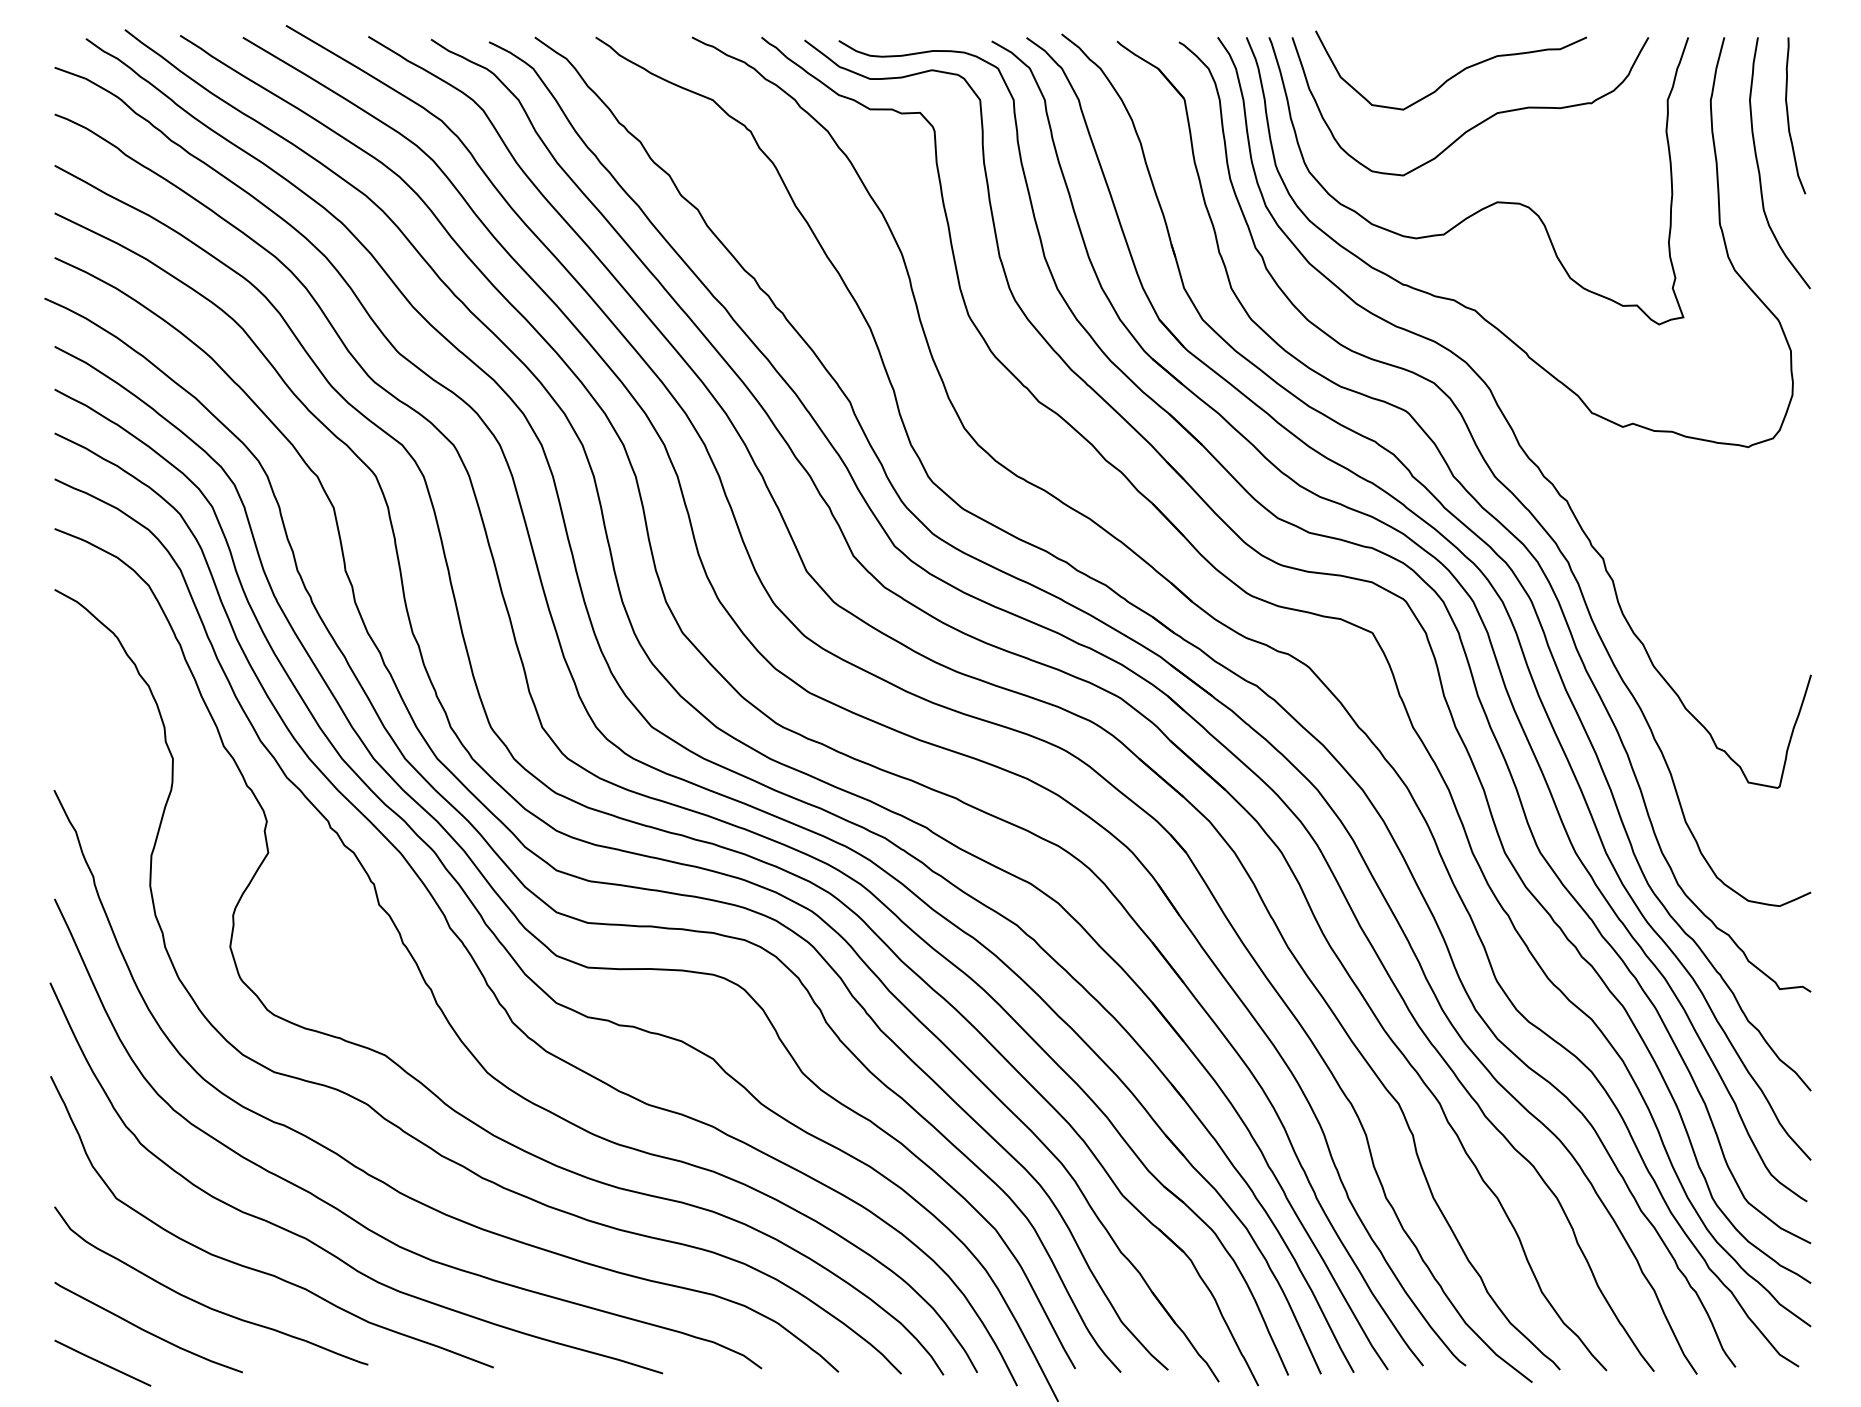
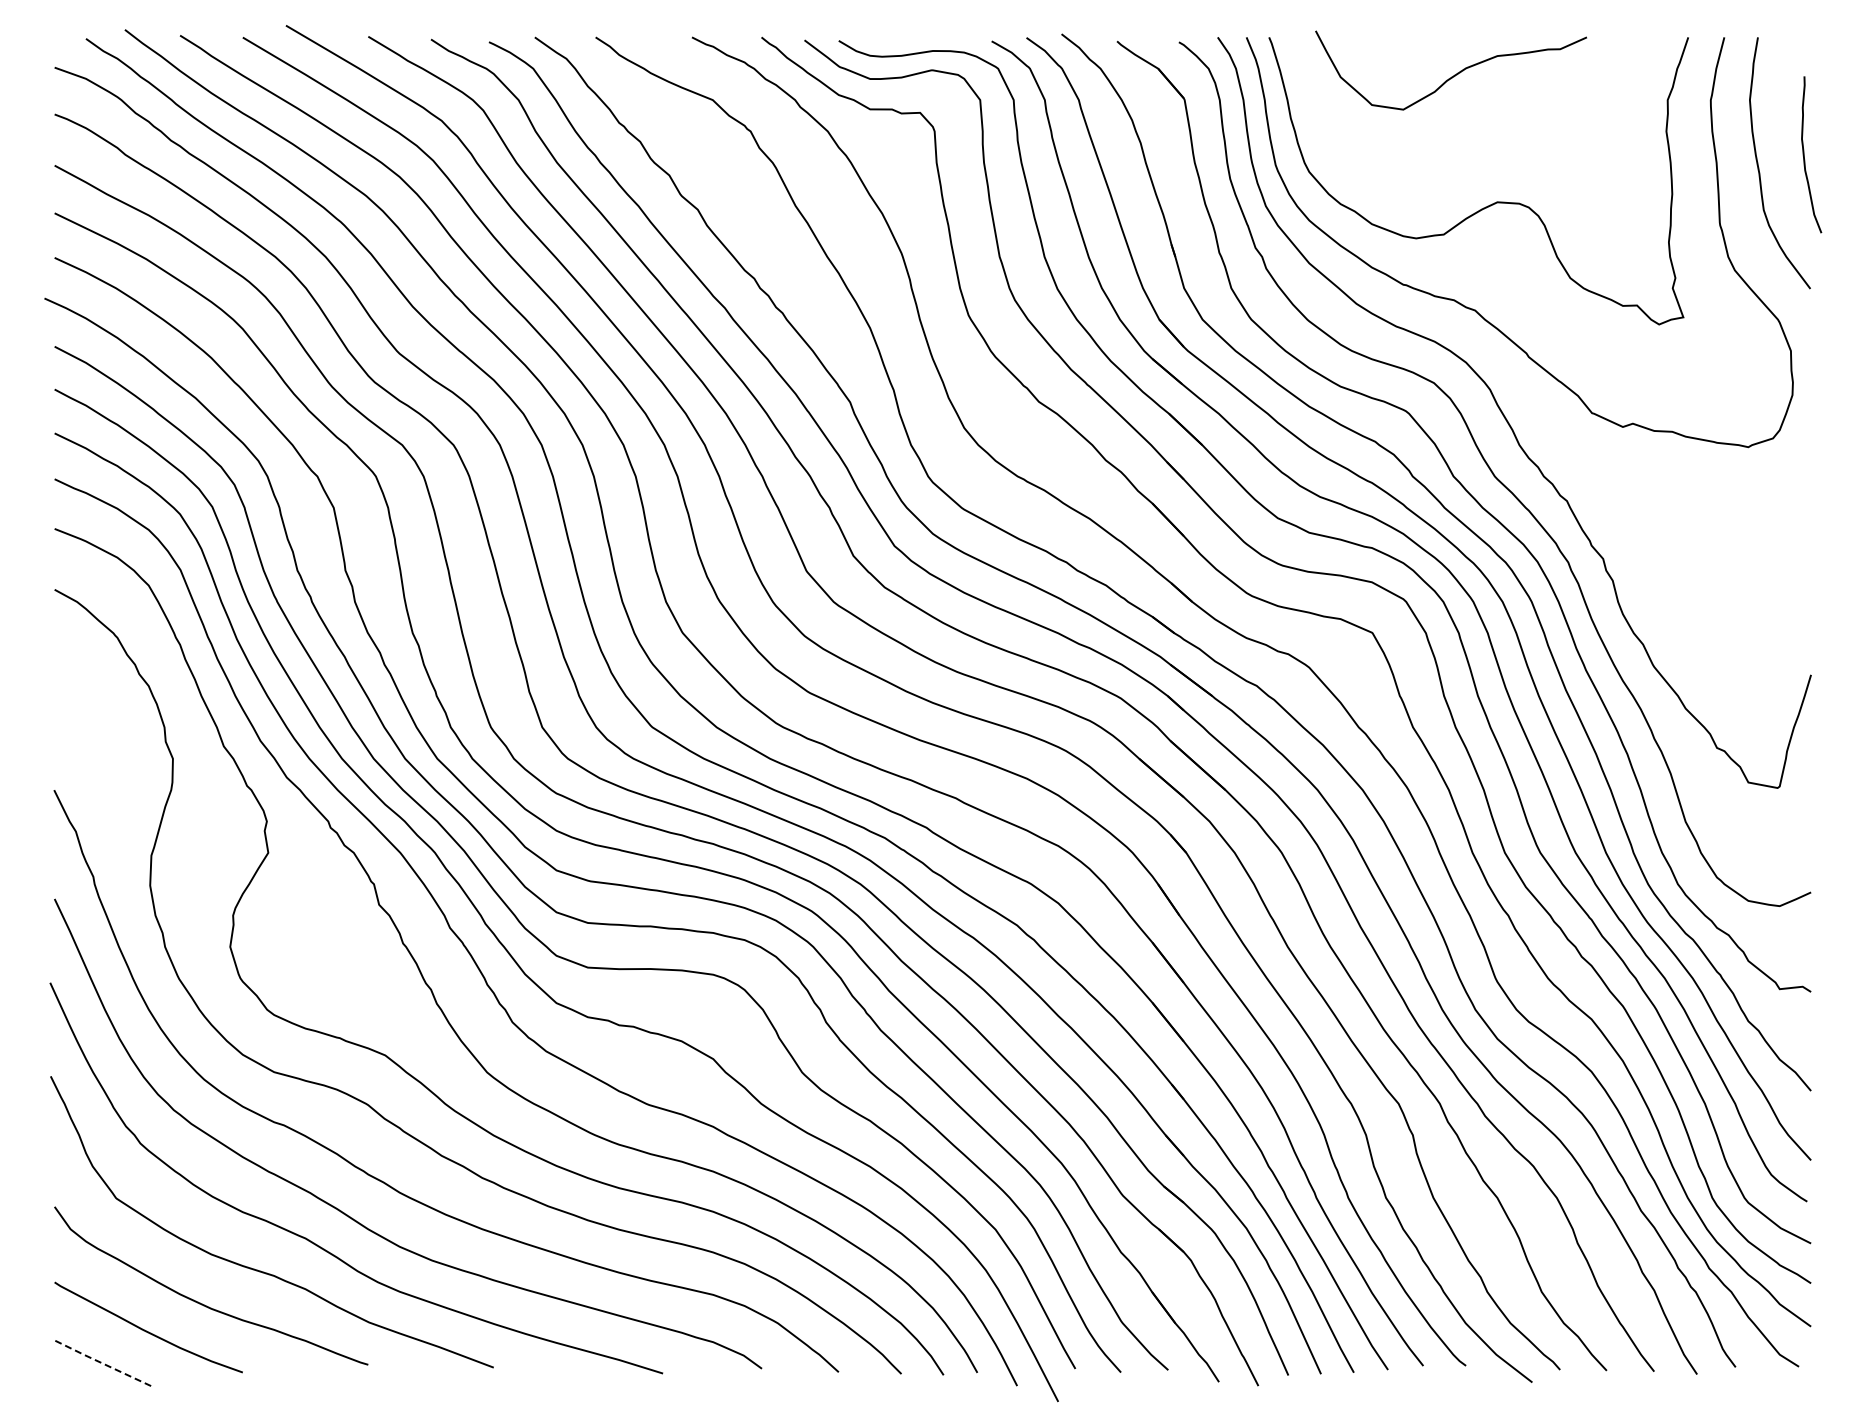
curve at (1788, 115) position: (1788, 115) -> (1804, 154)
curve at (1479, 122): present -> none
line at (101, 1363): solid -> dashed
